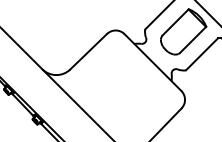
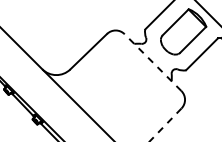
line at (152, 62): solid -> dashed
line at (165, 125): solid -> dashed
